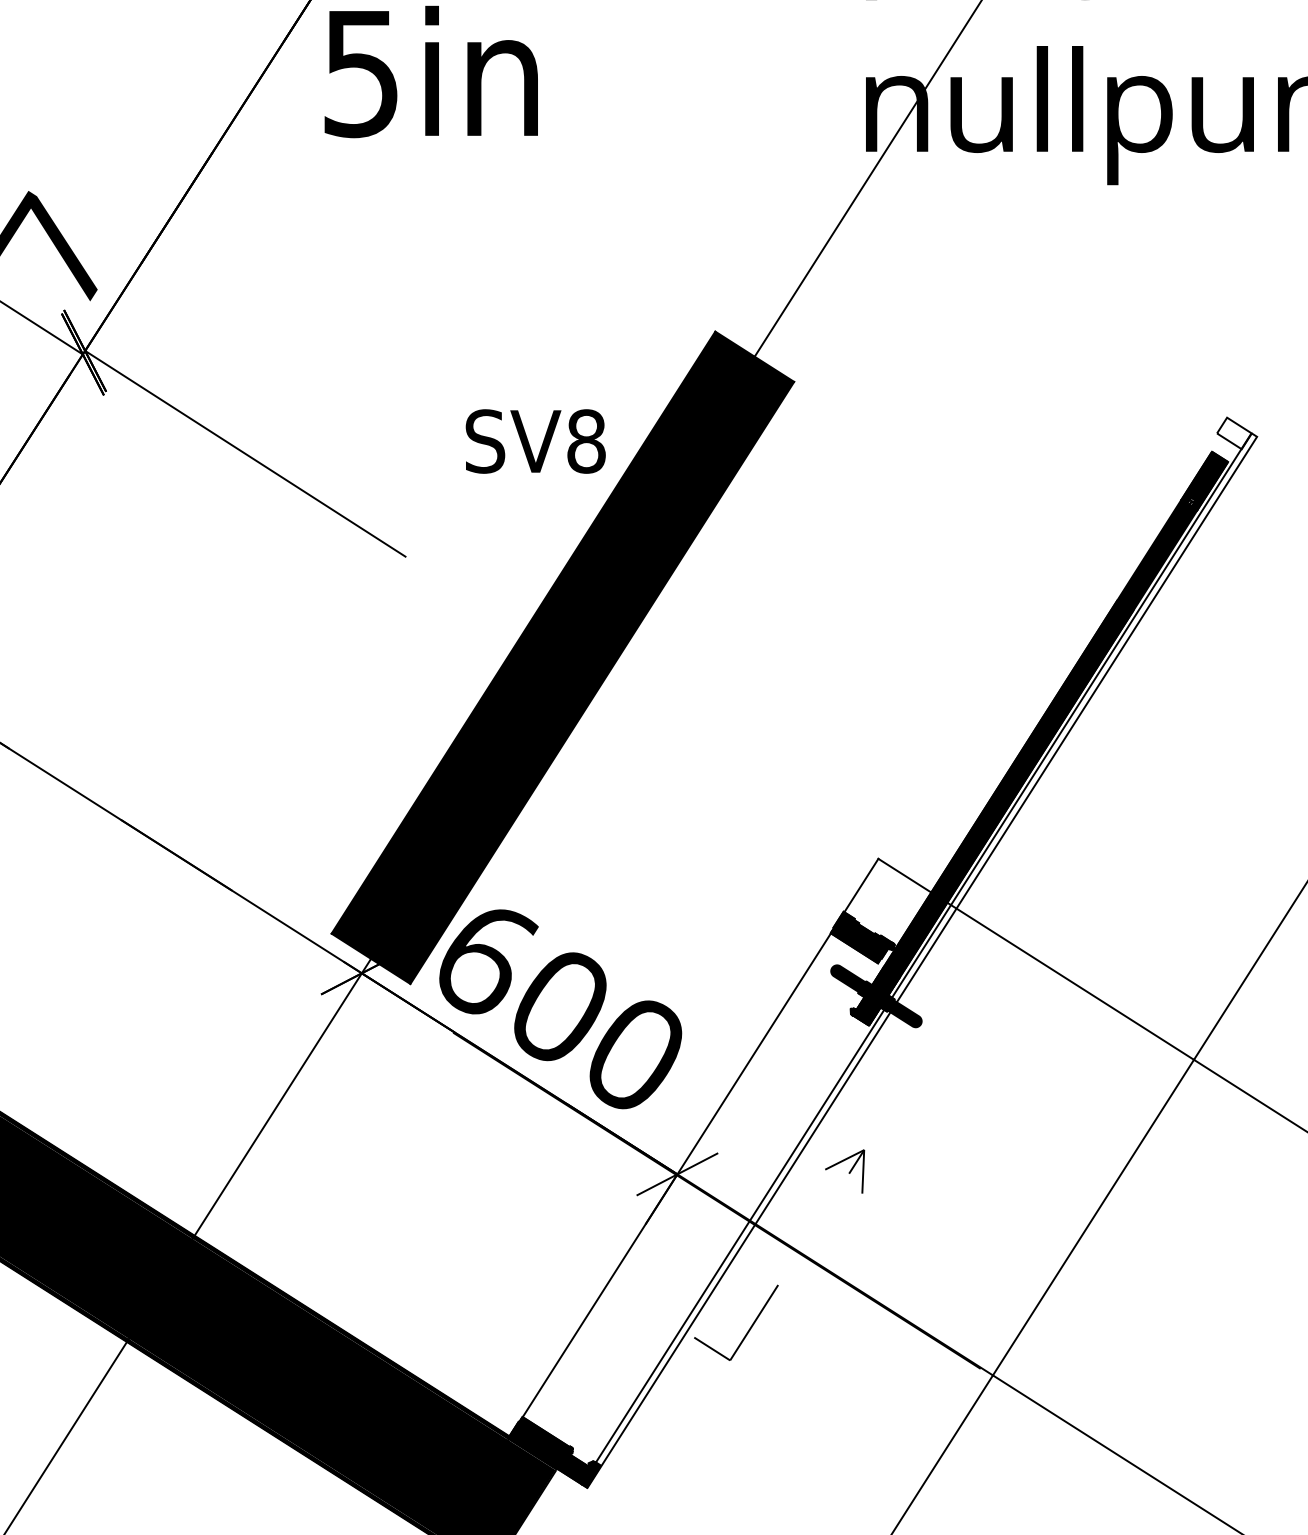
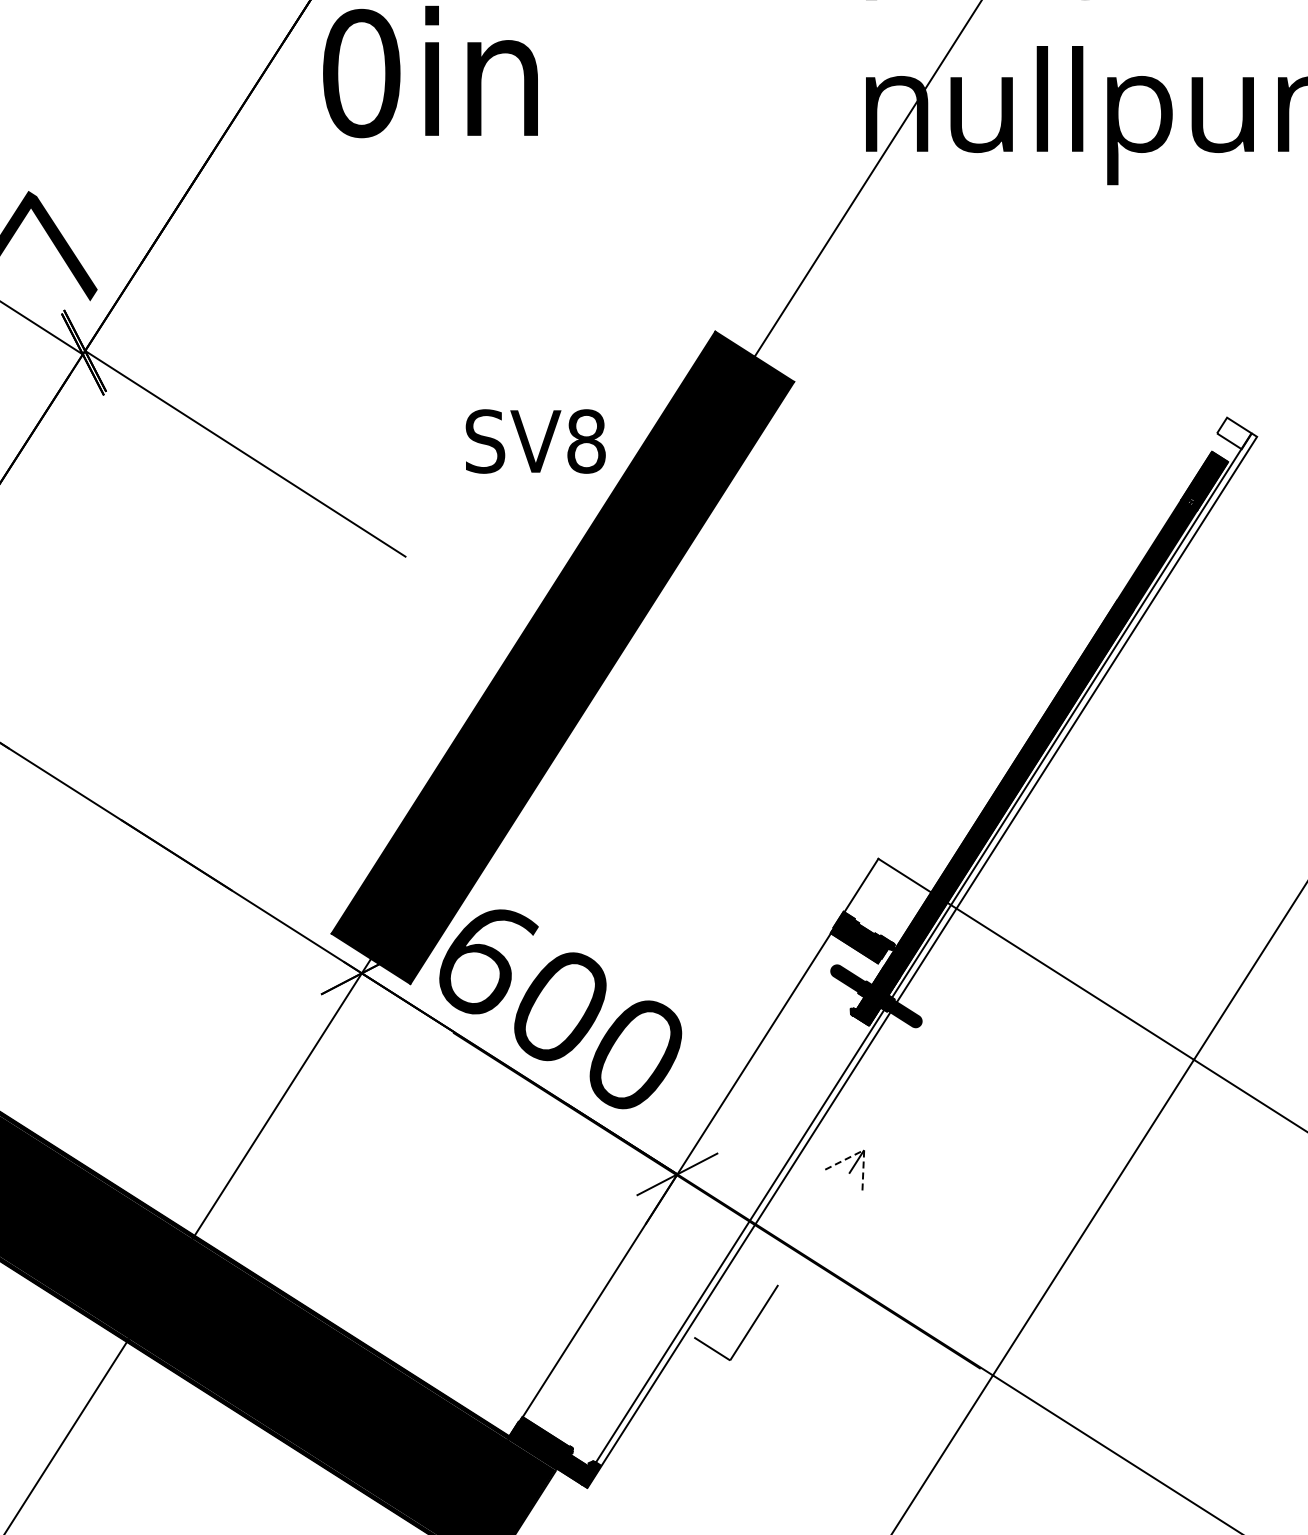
text at (361, 73): 5in -> 0in
line at (864, 1150): solid -> dashed
